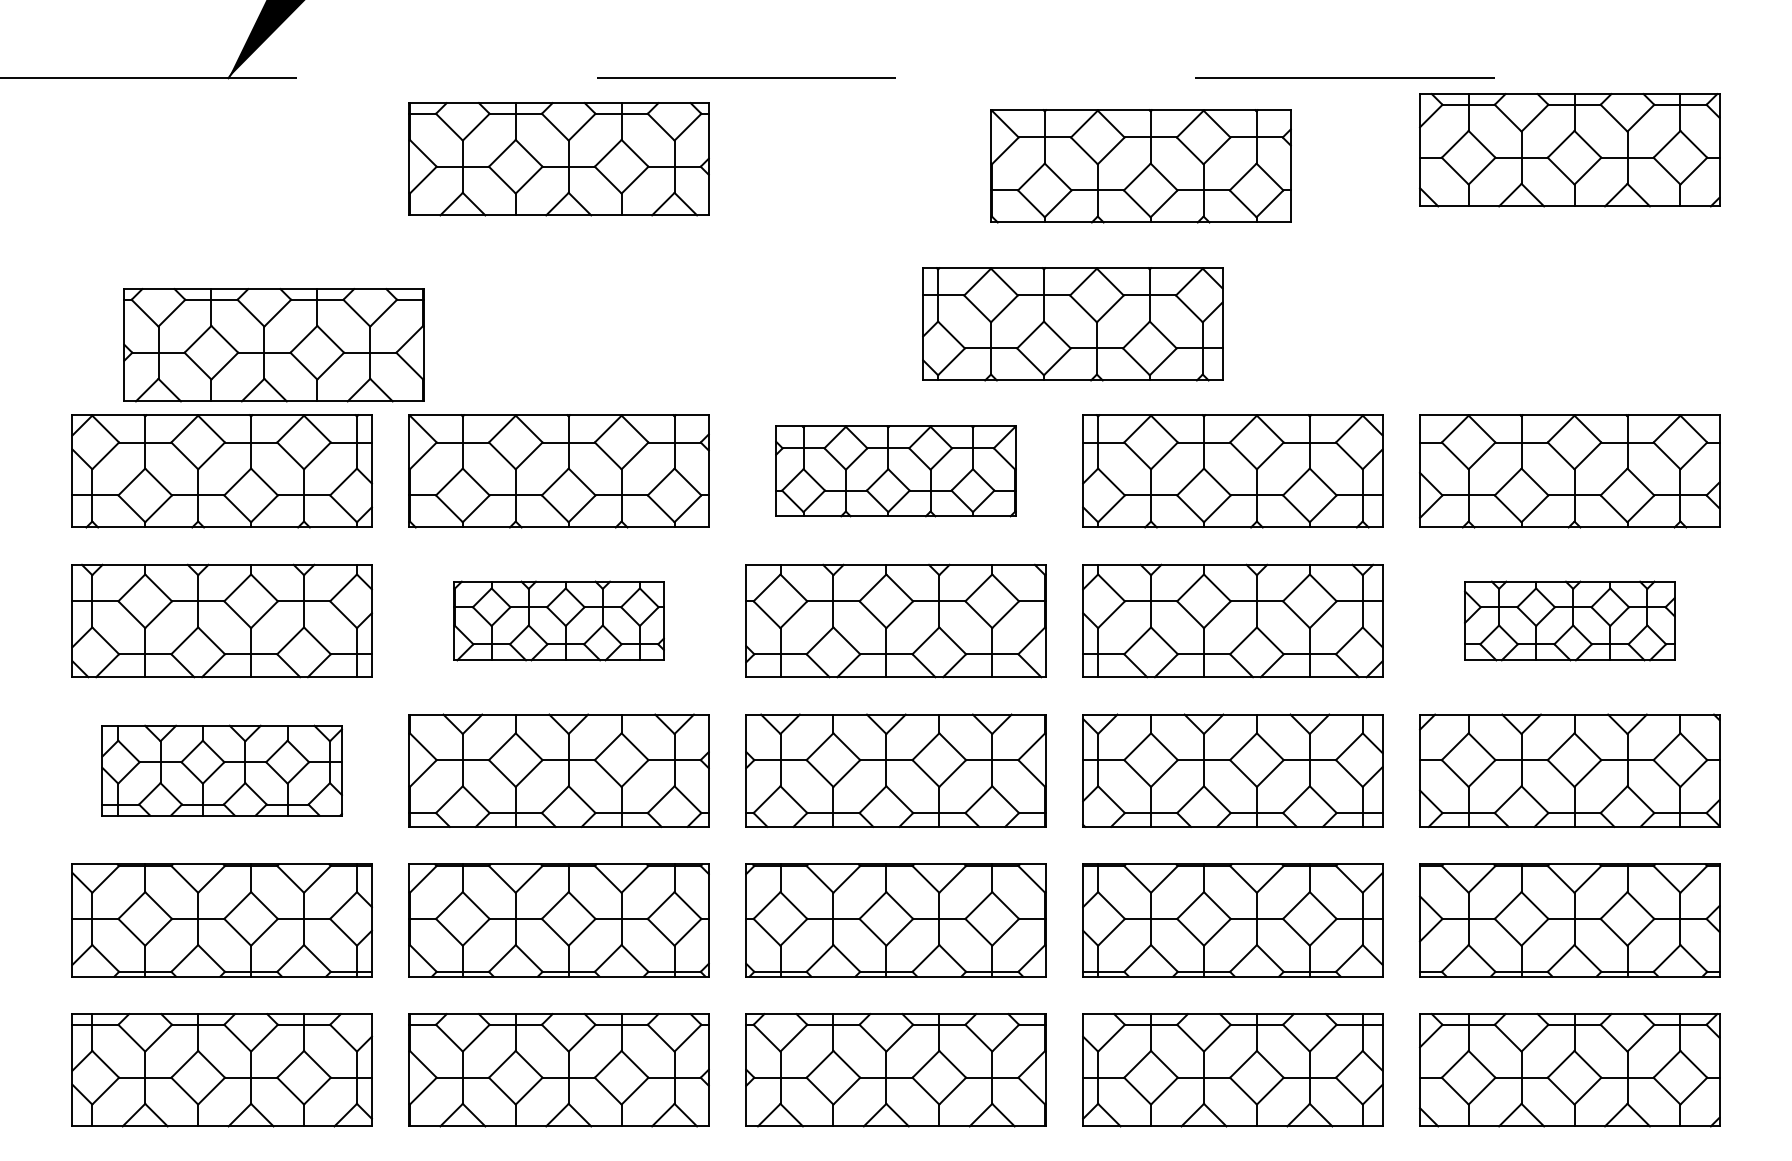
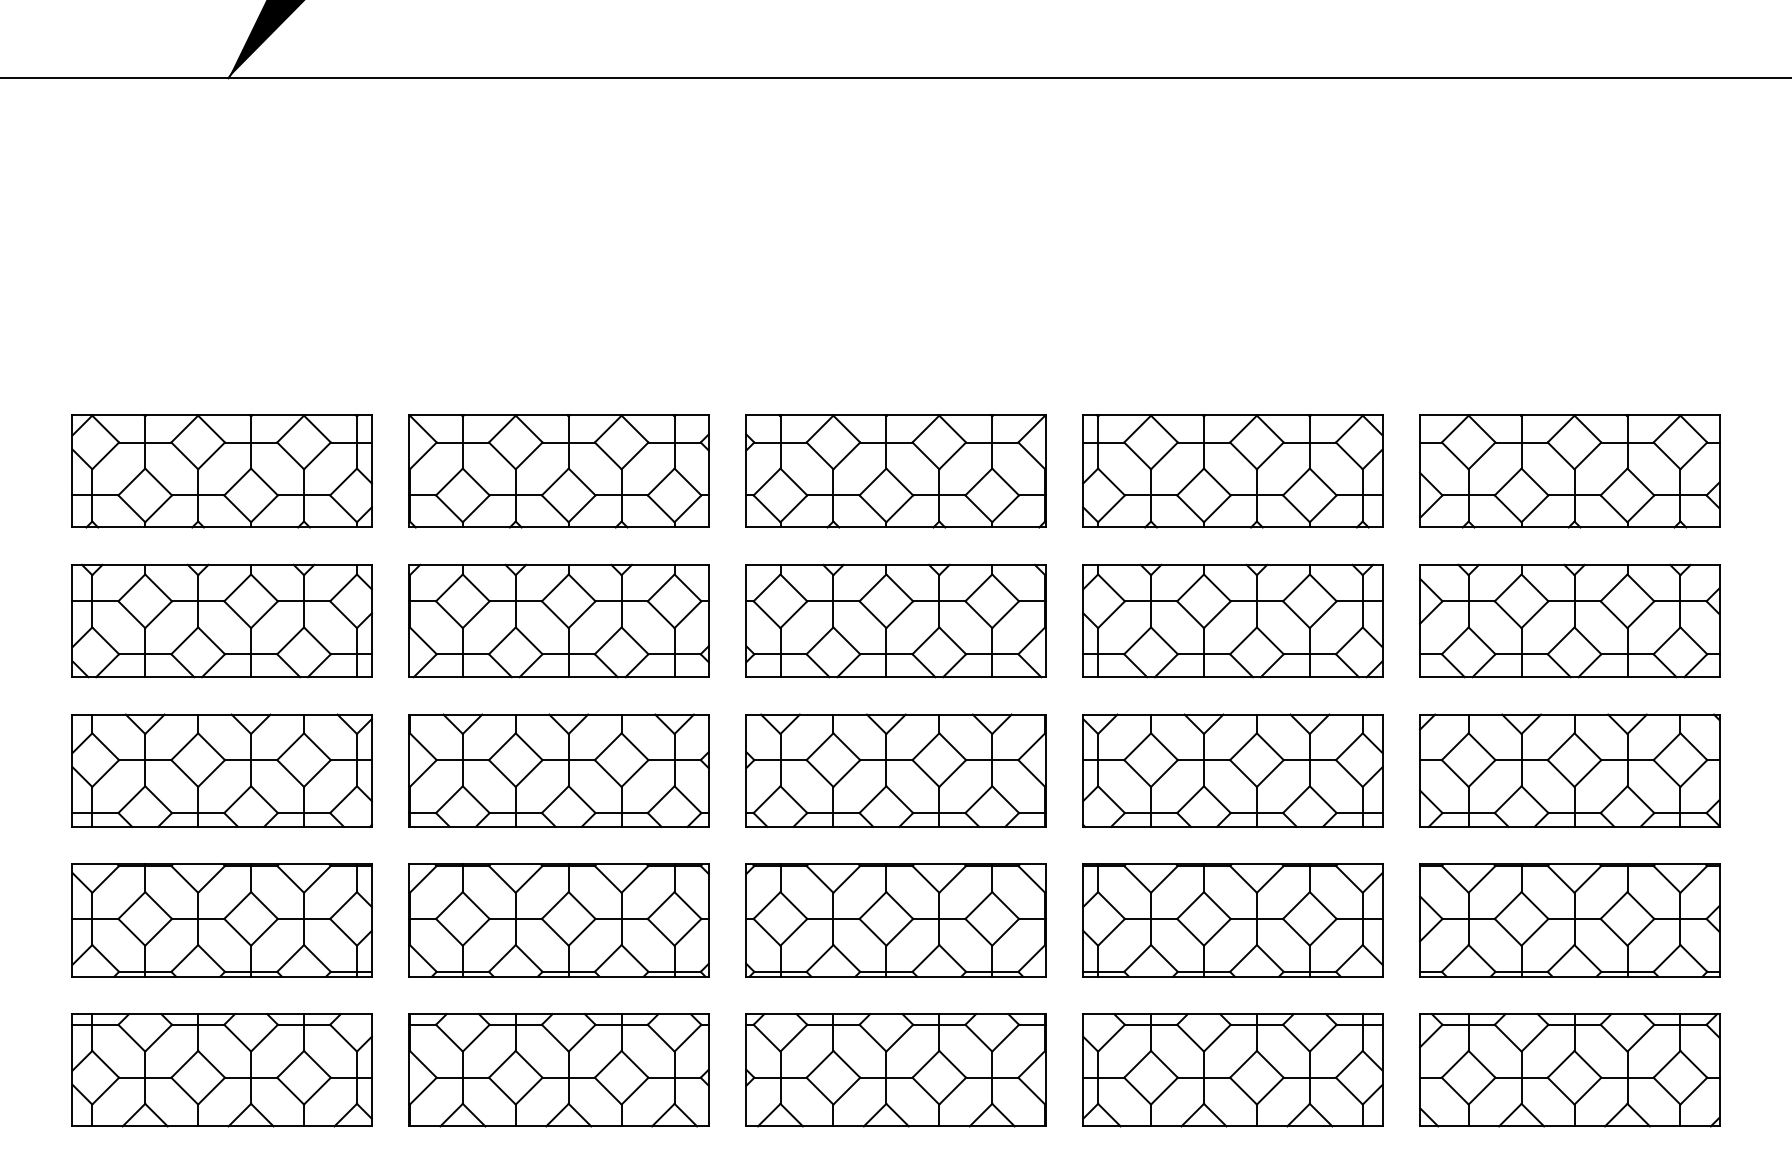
line at (896, 78): dashed -> solid
part at (1569, 150): present -> none
part at (558, 159): present -> none
part at (1140, 166): present -> none
part at (1072, 324): present -> none
part at (273, 345): present -> none
part at (895, 471) size: 242x93 px -> 302x115 px
part at (558, 620) size: 212x82 px -> 302x116 px
part at (1569, 620) size: 212x82 px -> 302x116 px
part at (221, 770) size: 242x93 px -> 302x115 px
